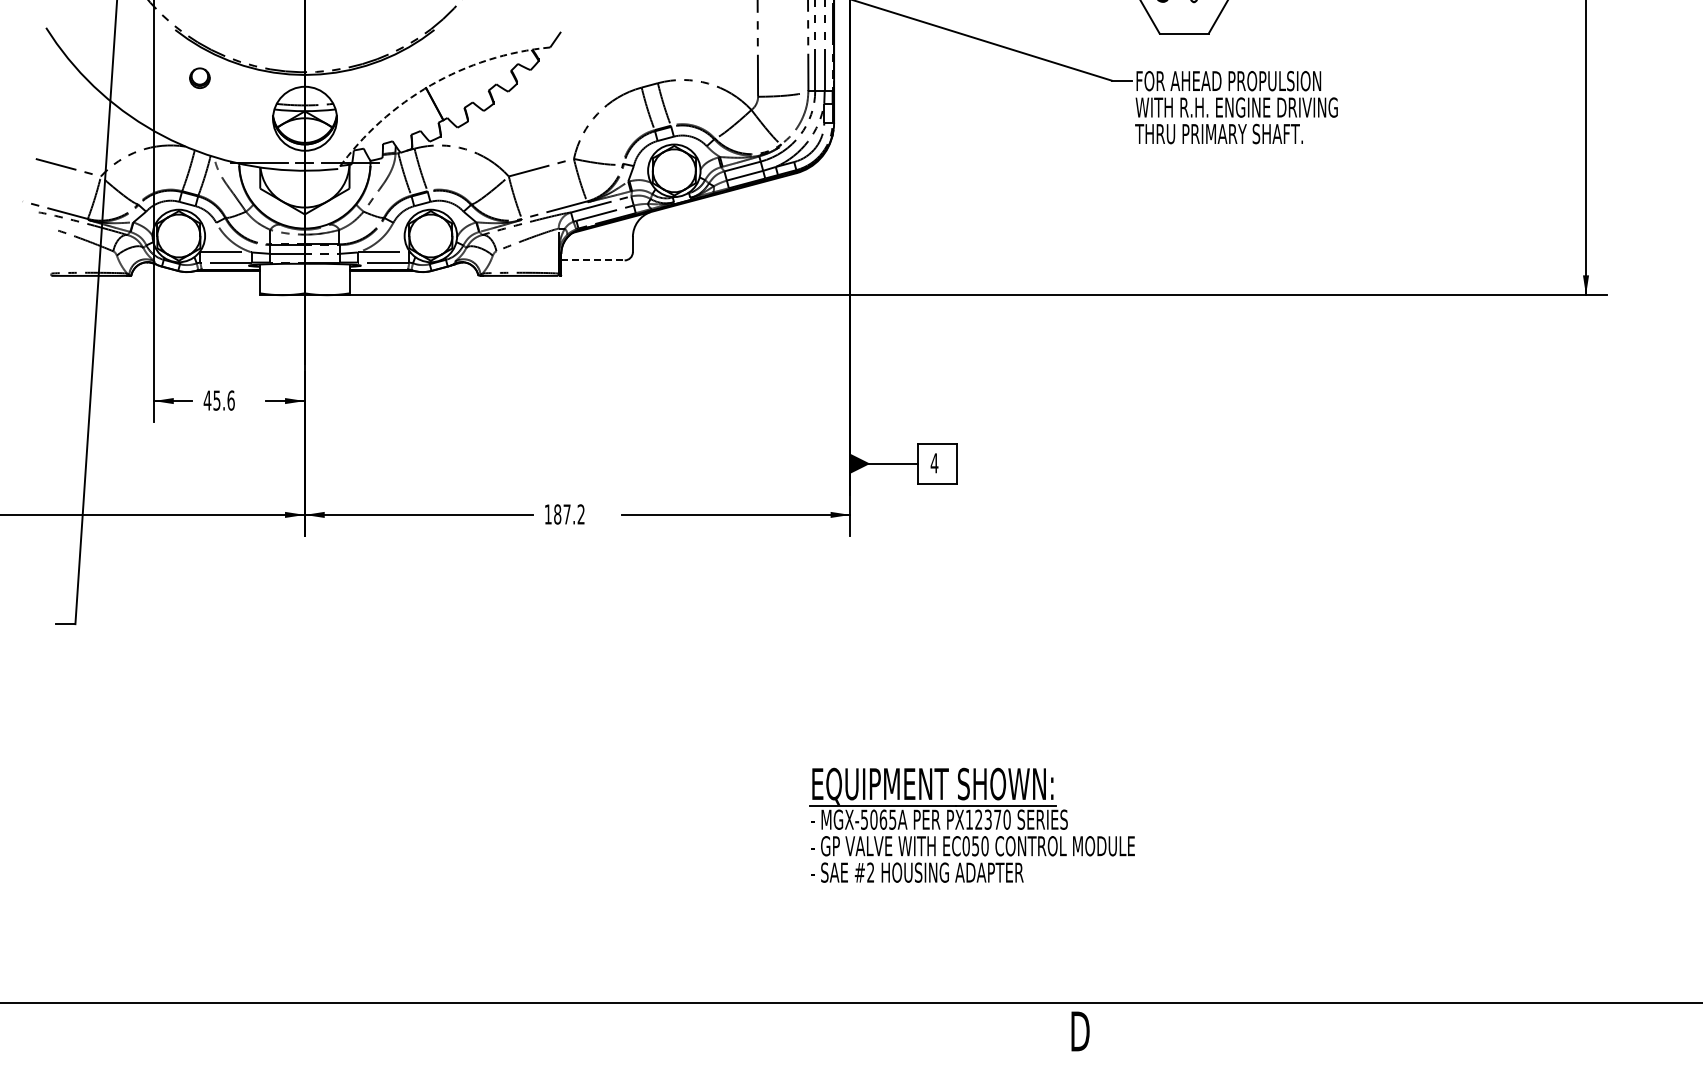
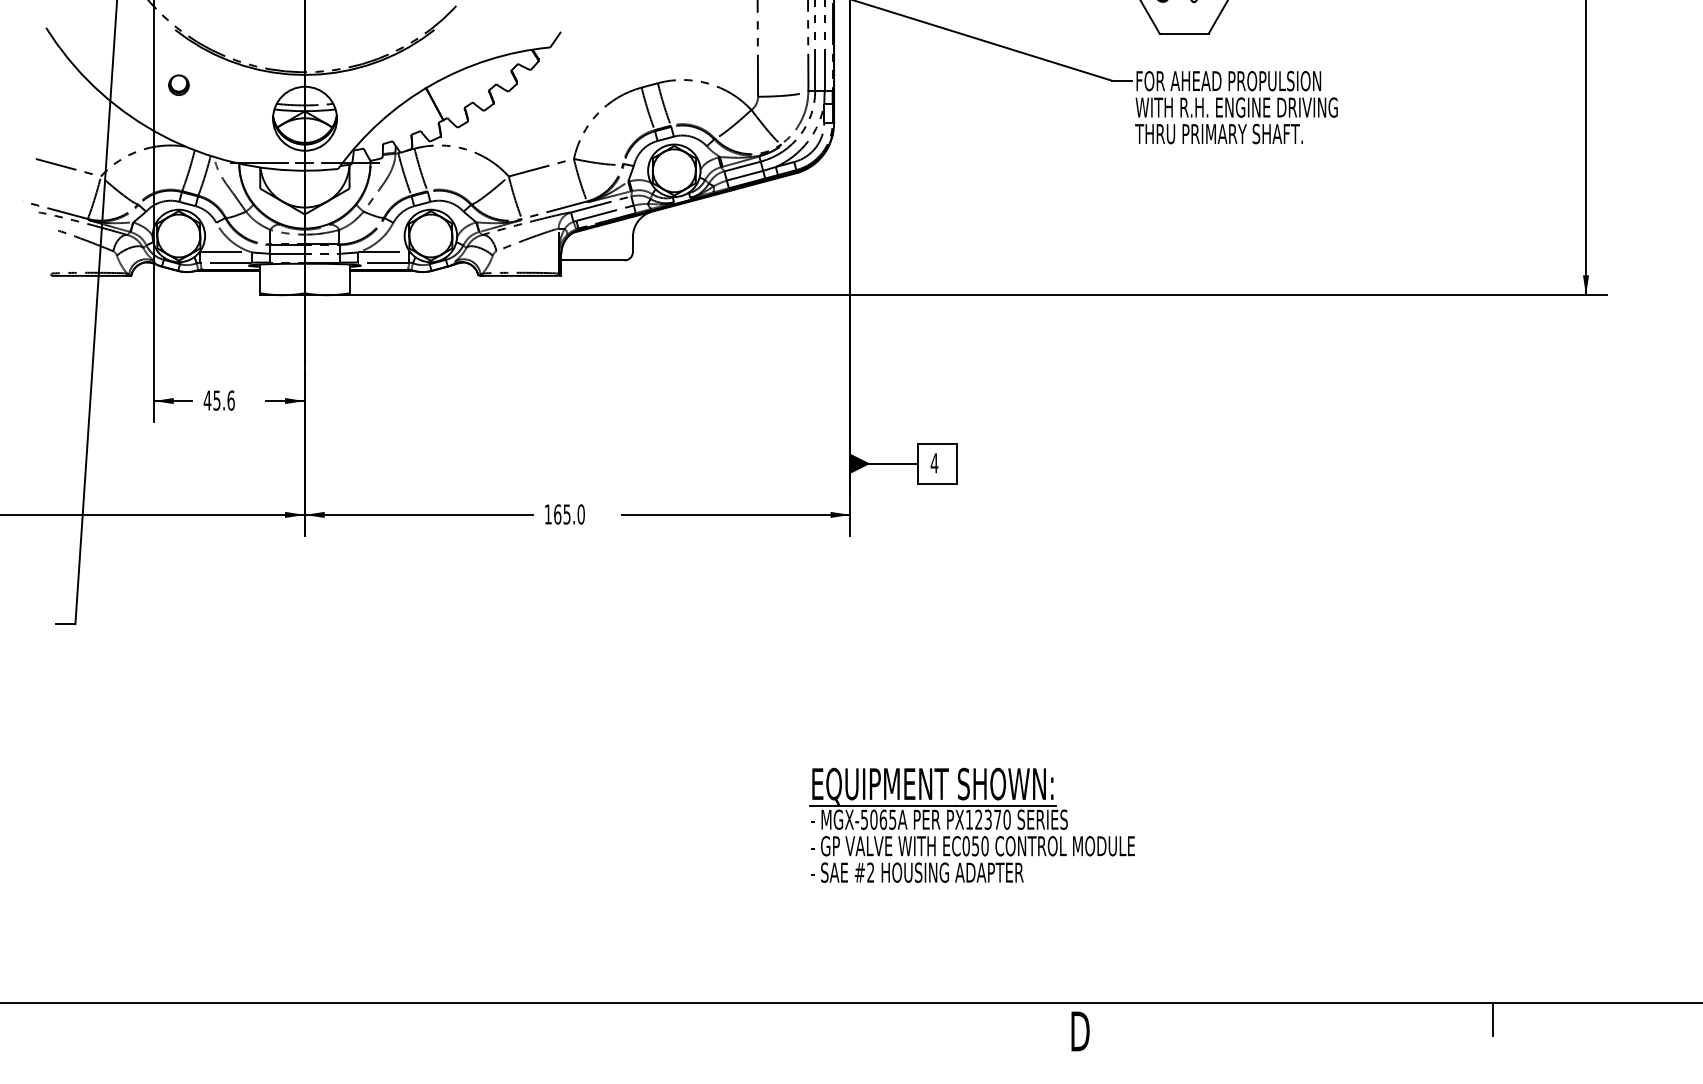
part at (199, 77) position: (199, 77) -> (178, 84)
arc at (431, 85): dashed -> solid
line at (592, 260): dashed -> solid
text at (569, 514): 187.2 -> 165.0
line at (1493, 1019): none -> present
